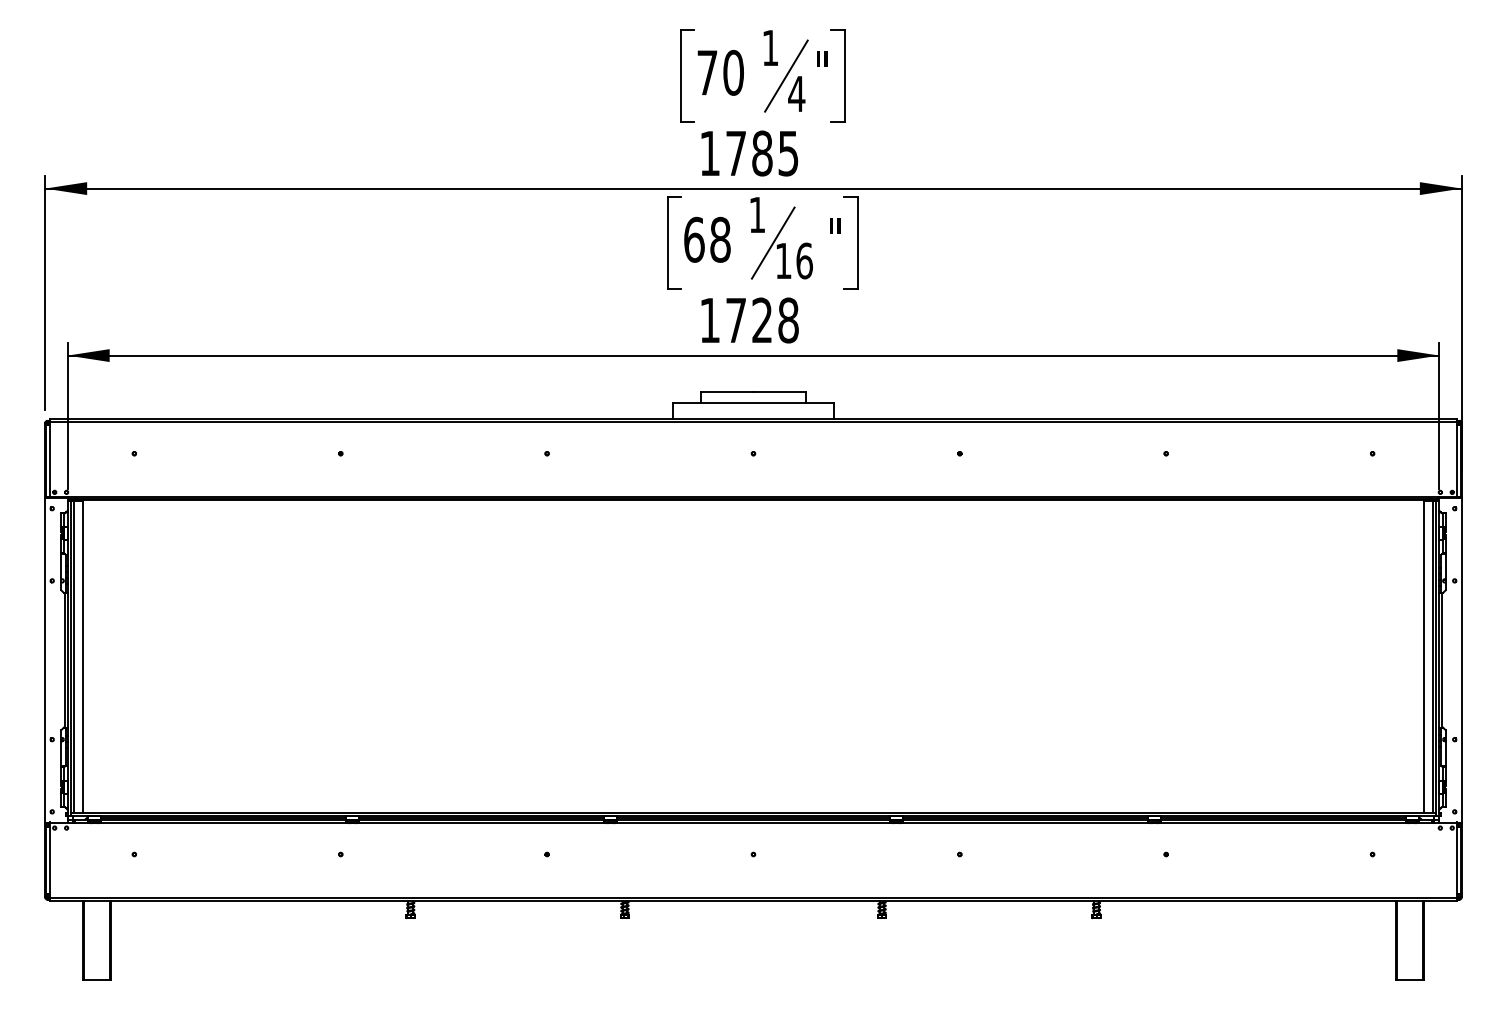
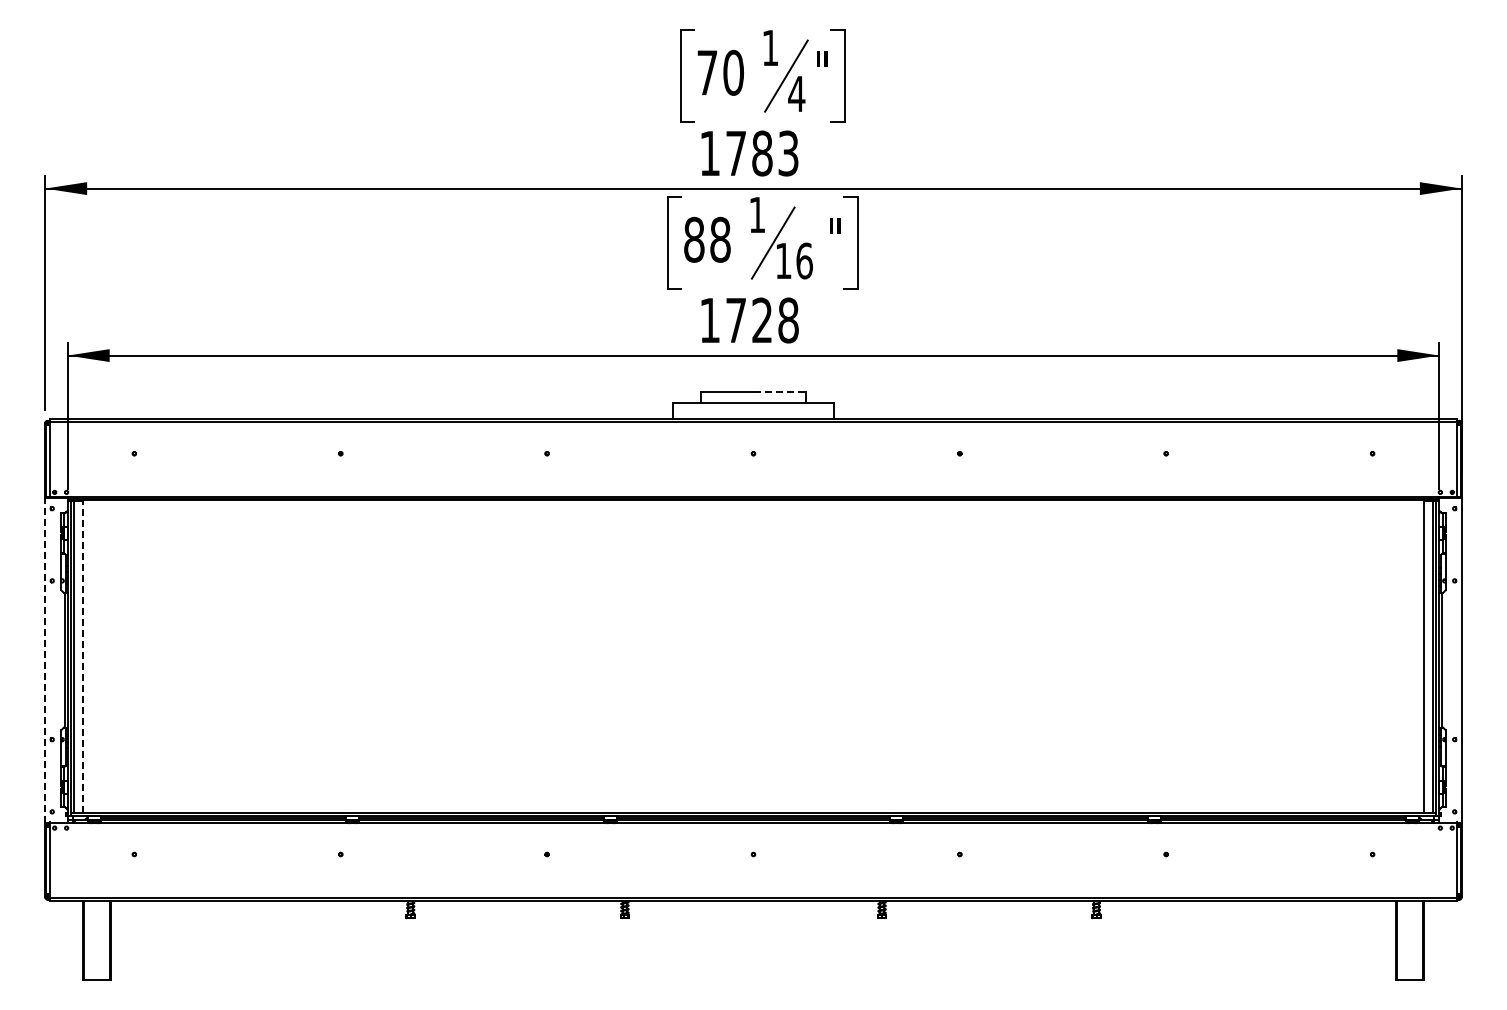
text at (788, 152): 1785 -> 1783
text at (694, 239): 68 -> 88
line at (780, 391): solid -> dashed
line at (82, 656): solid -> dashed
line at (45, 659): solid -> dashed
